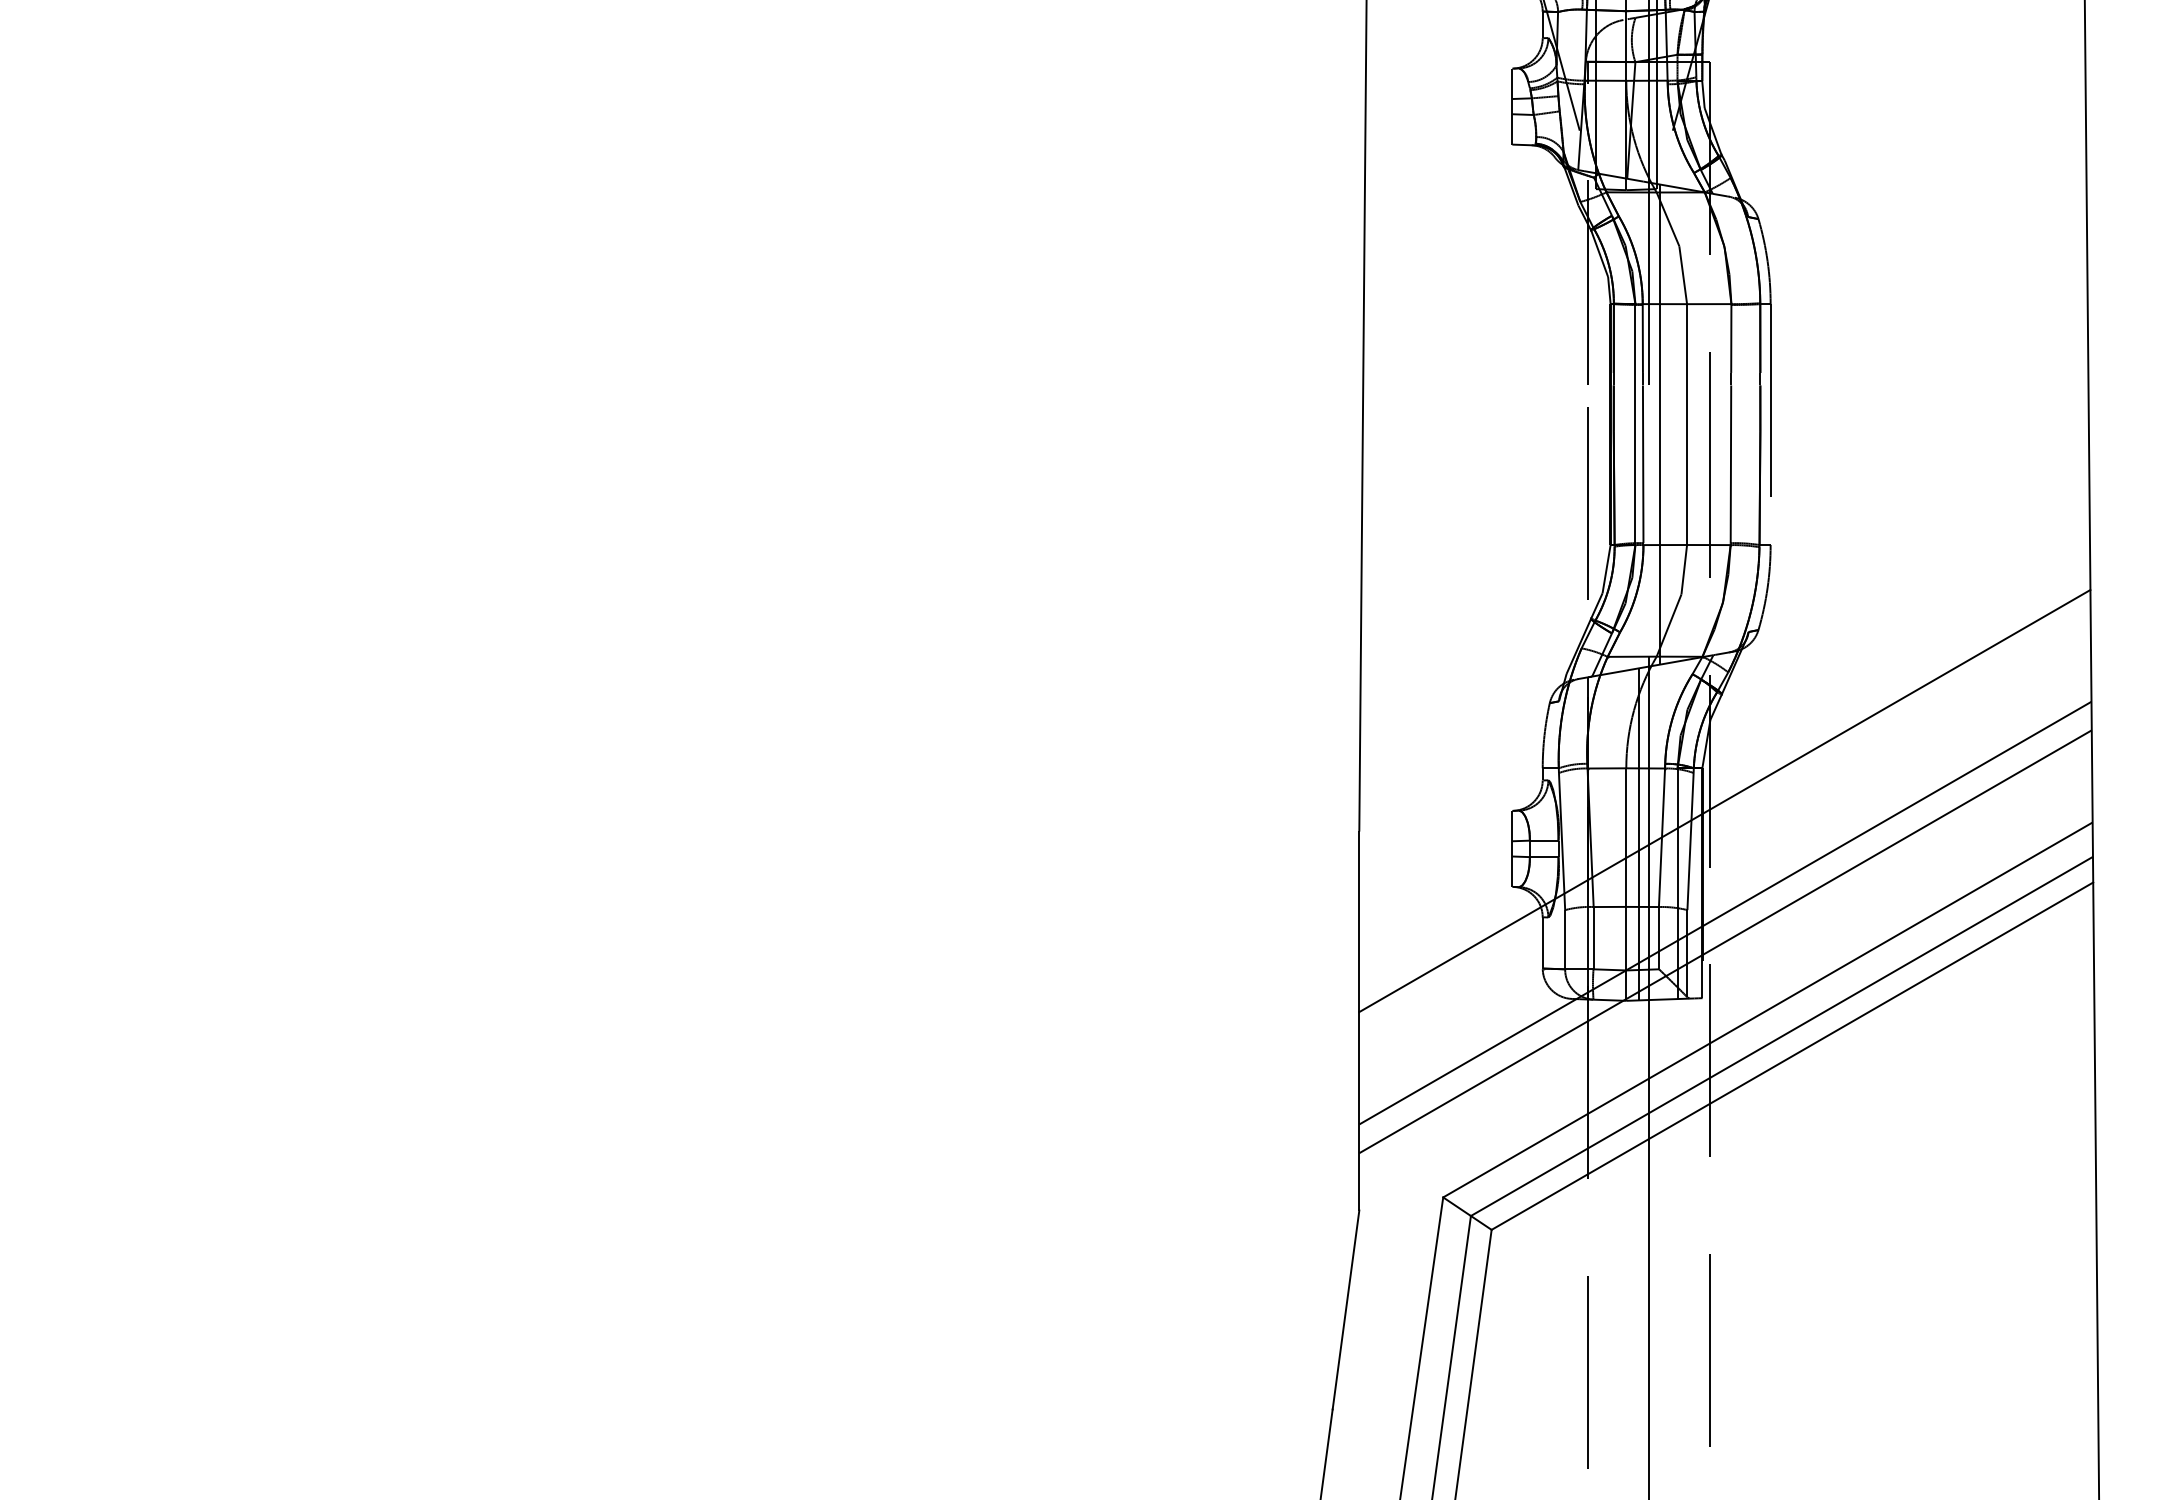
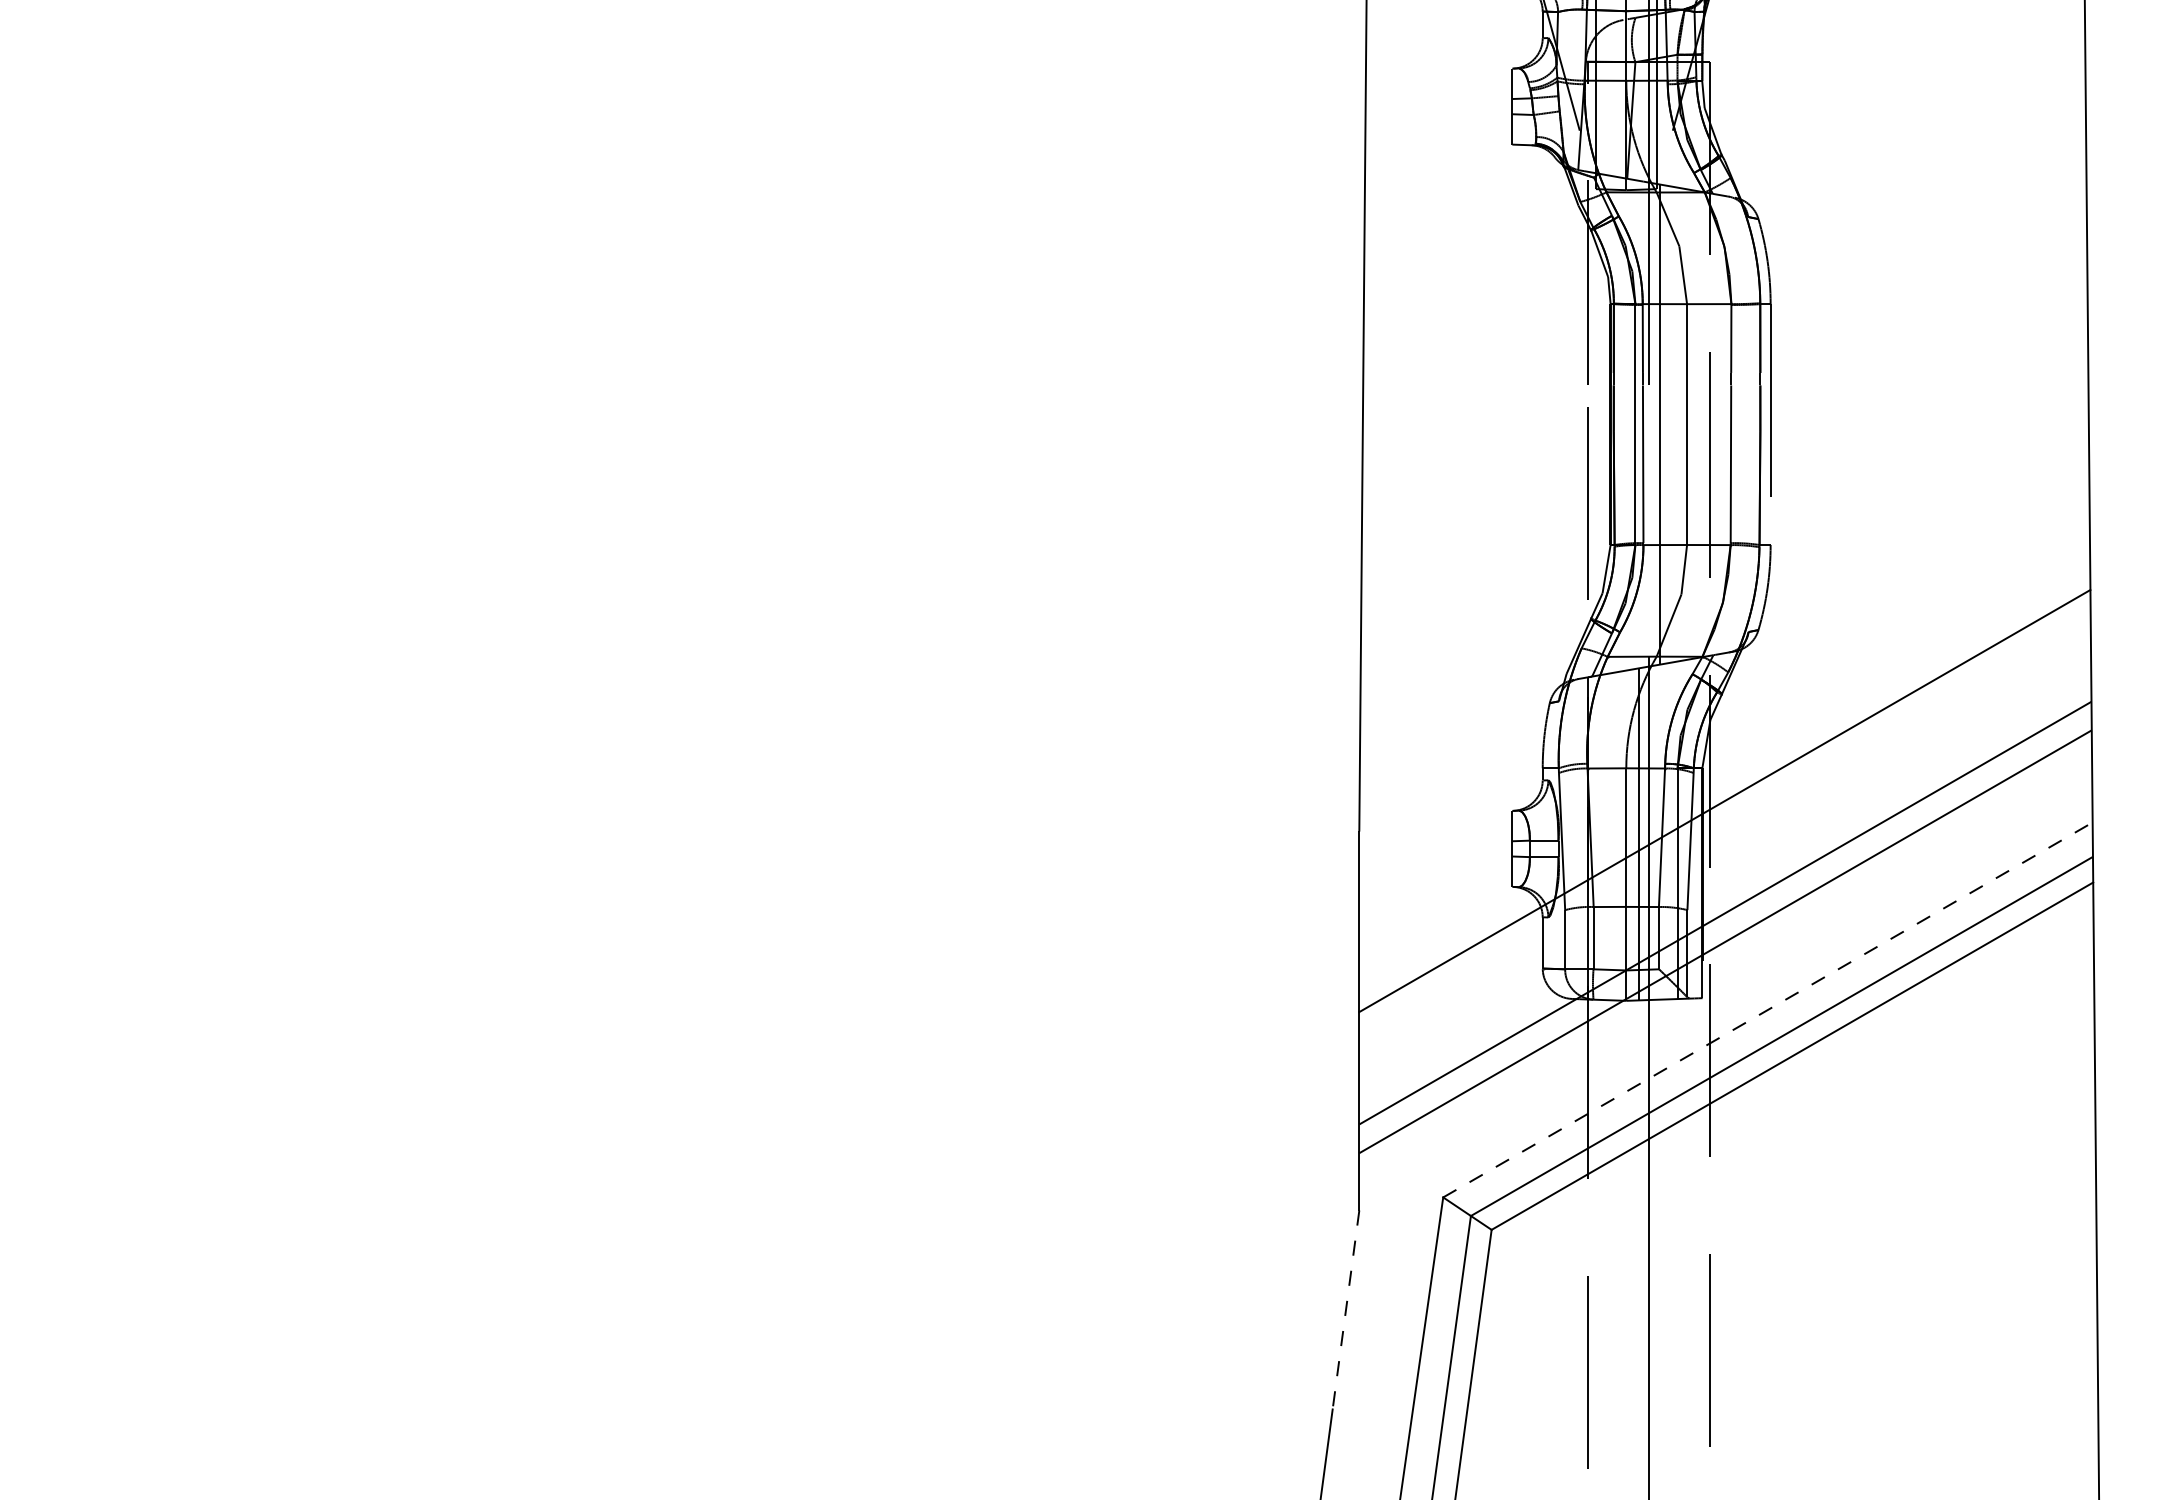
line at (1767, 1009): solid -> dashed
line at (1345, 1310): solid -> dashed
